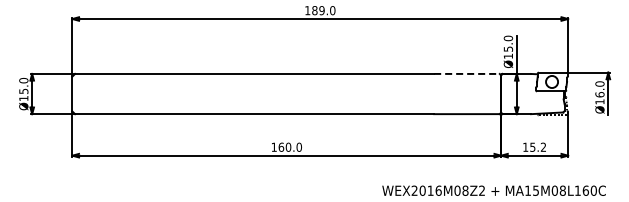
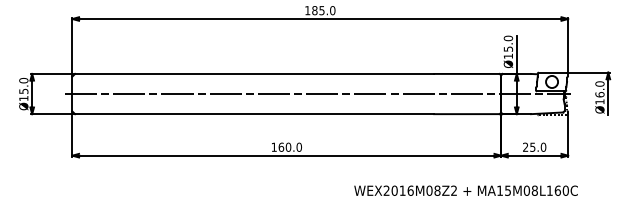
text at (321, 10): 189.0 -> 185.0
line at (466, 73): dashed -> solid
line at (317, 94): none -> present
text at (534, 146): 15.2 -> 25.0
text at (493, 190) position: (493, 190) -> (465, 190)
